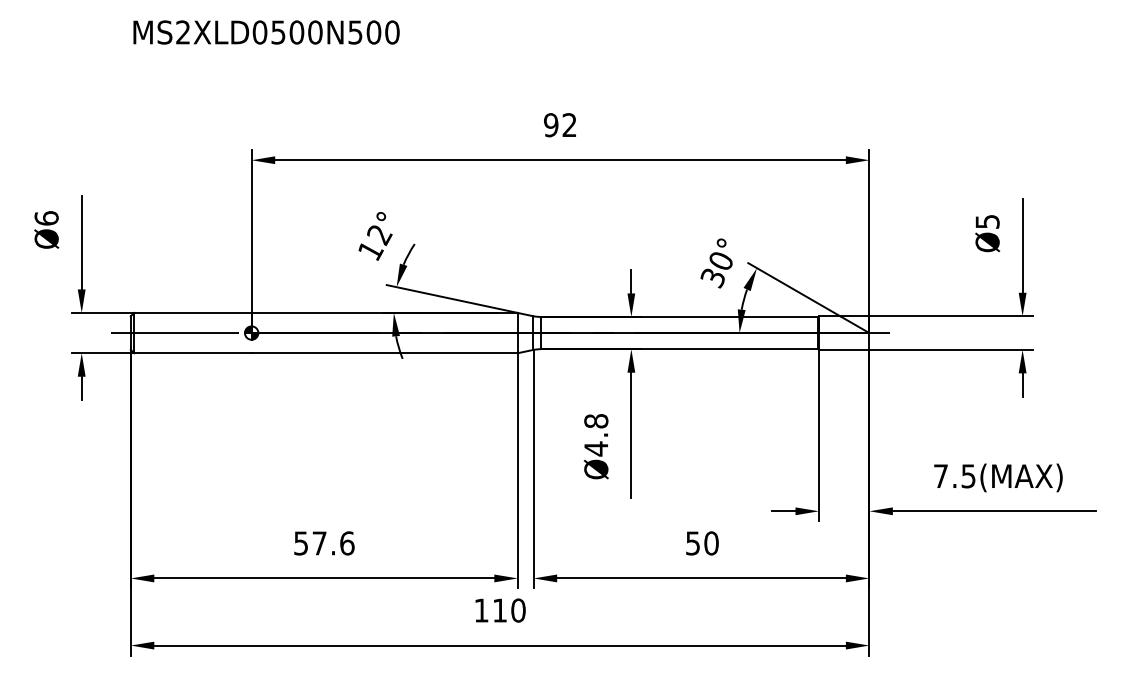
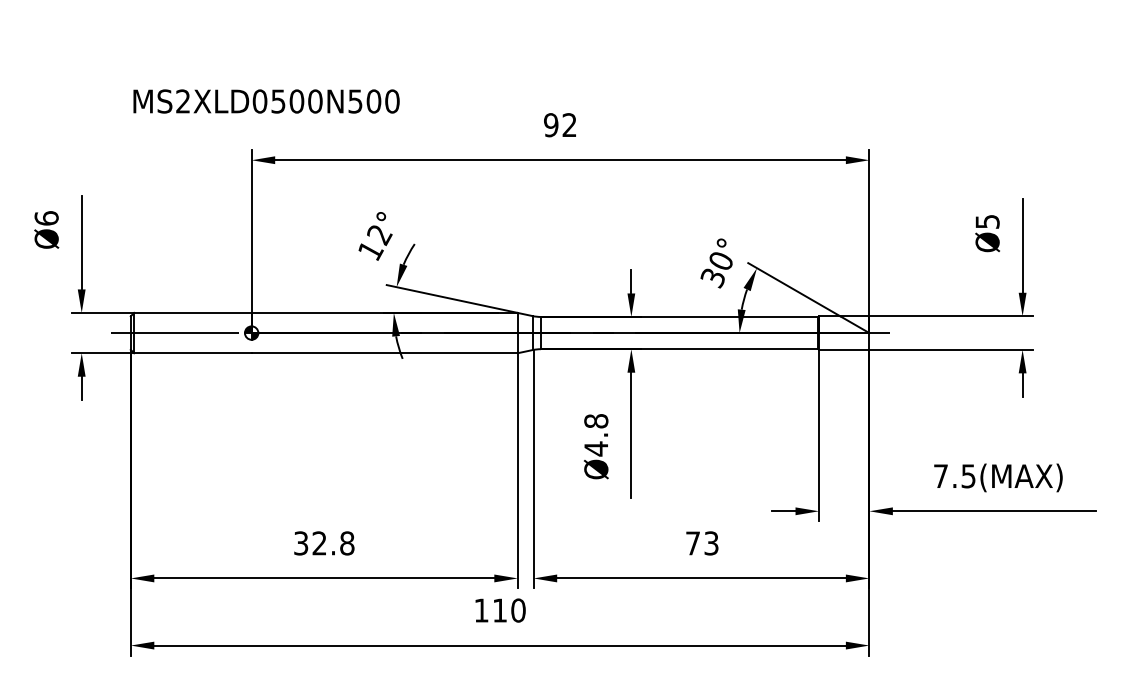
text at (266, 32) position: (266, 32) -> (266, 101)
text at (324, 543): 57.6 -> 32.8
text at (702, 543): 50 -> 73
